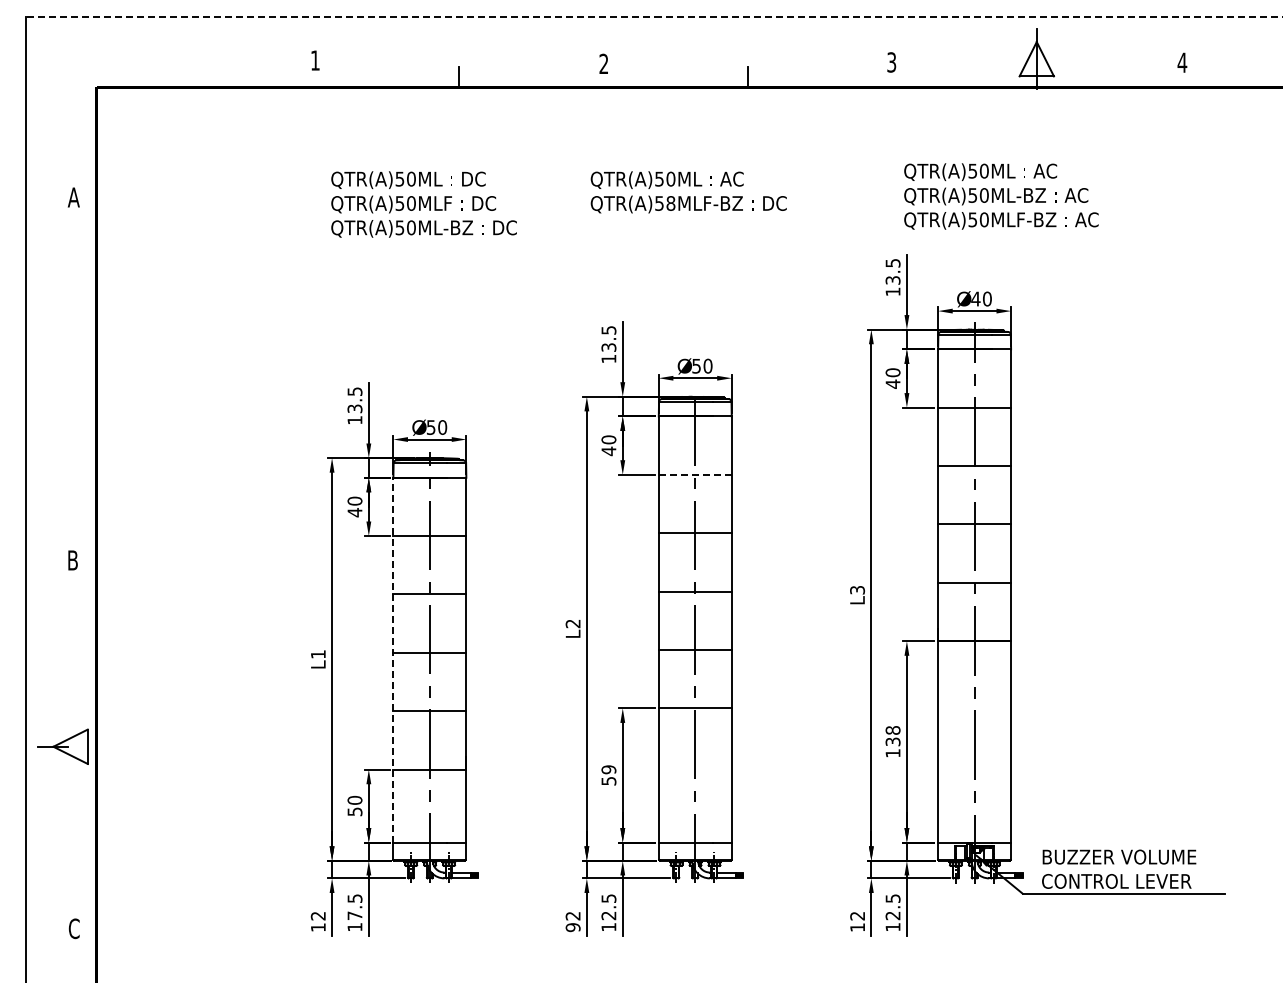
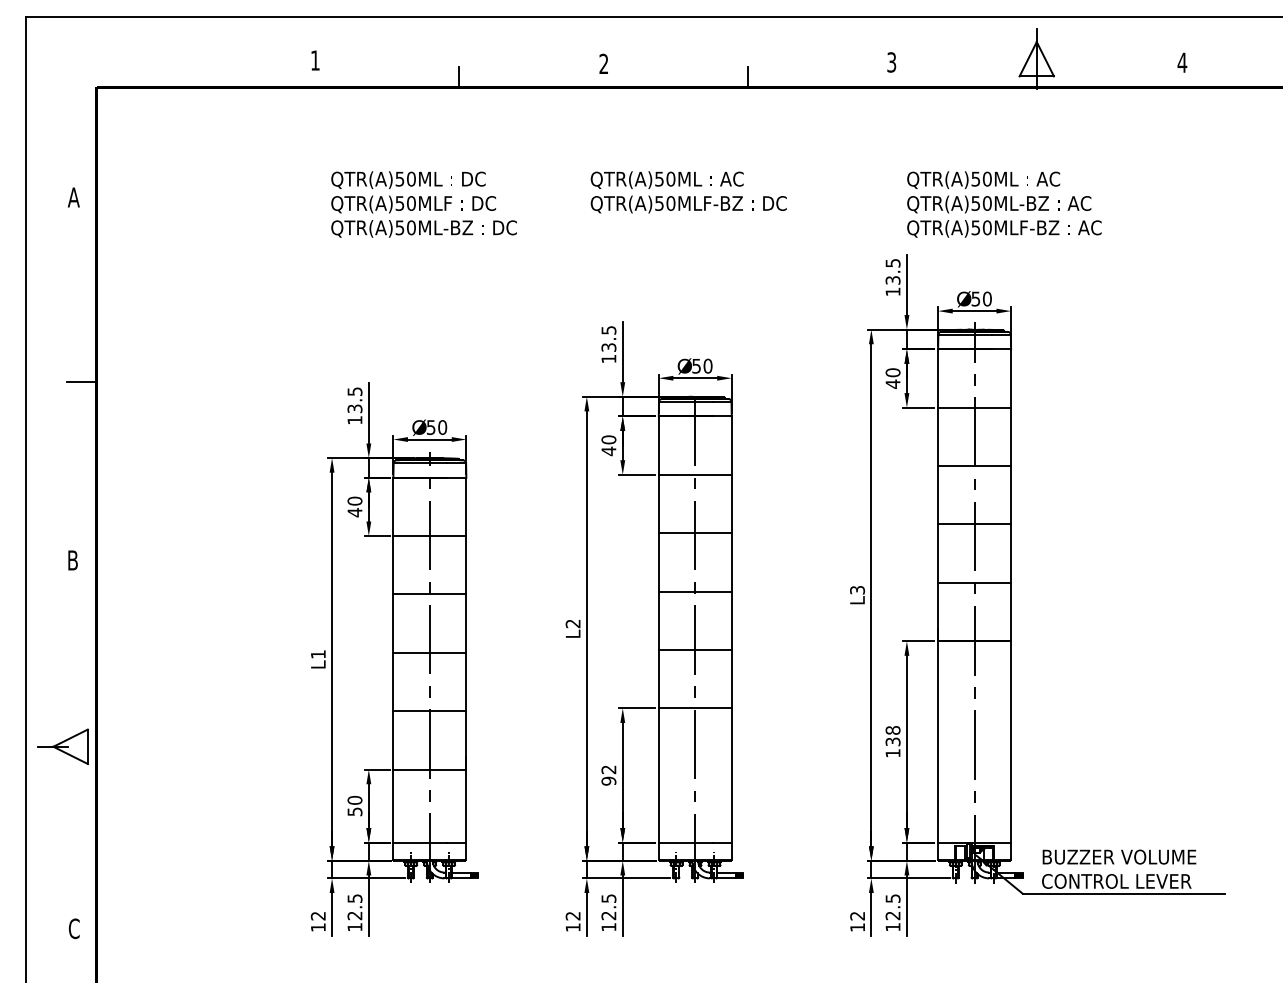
line at (653, 16): dashed -> solid
text at (1001, 196) position: (1001, 196) -> (1004, 204)
text at (670, 203): QTR(A)58MLF-BZ -> QTR(A)50MLF-BZ
text at (975, 298): 40 -> 50
line at (81, 381): none -> present
line at (694, 474): dashed -> solid
line at (393, 659): dashed -> solid
text at (608, 775): 59 -> 92
text at (354, 915): 17.5 -> 12.5
text at (572, 927): 92 -> 12
